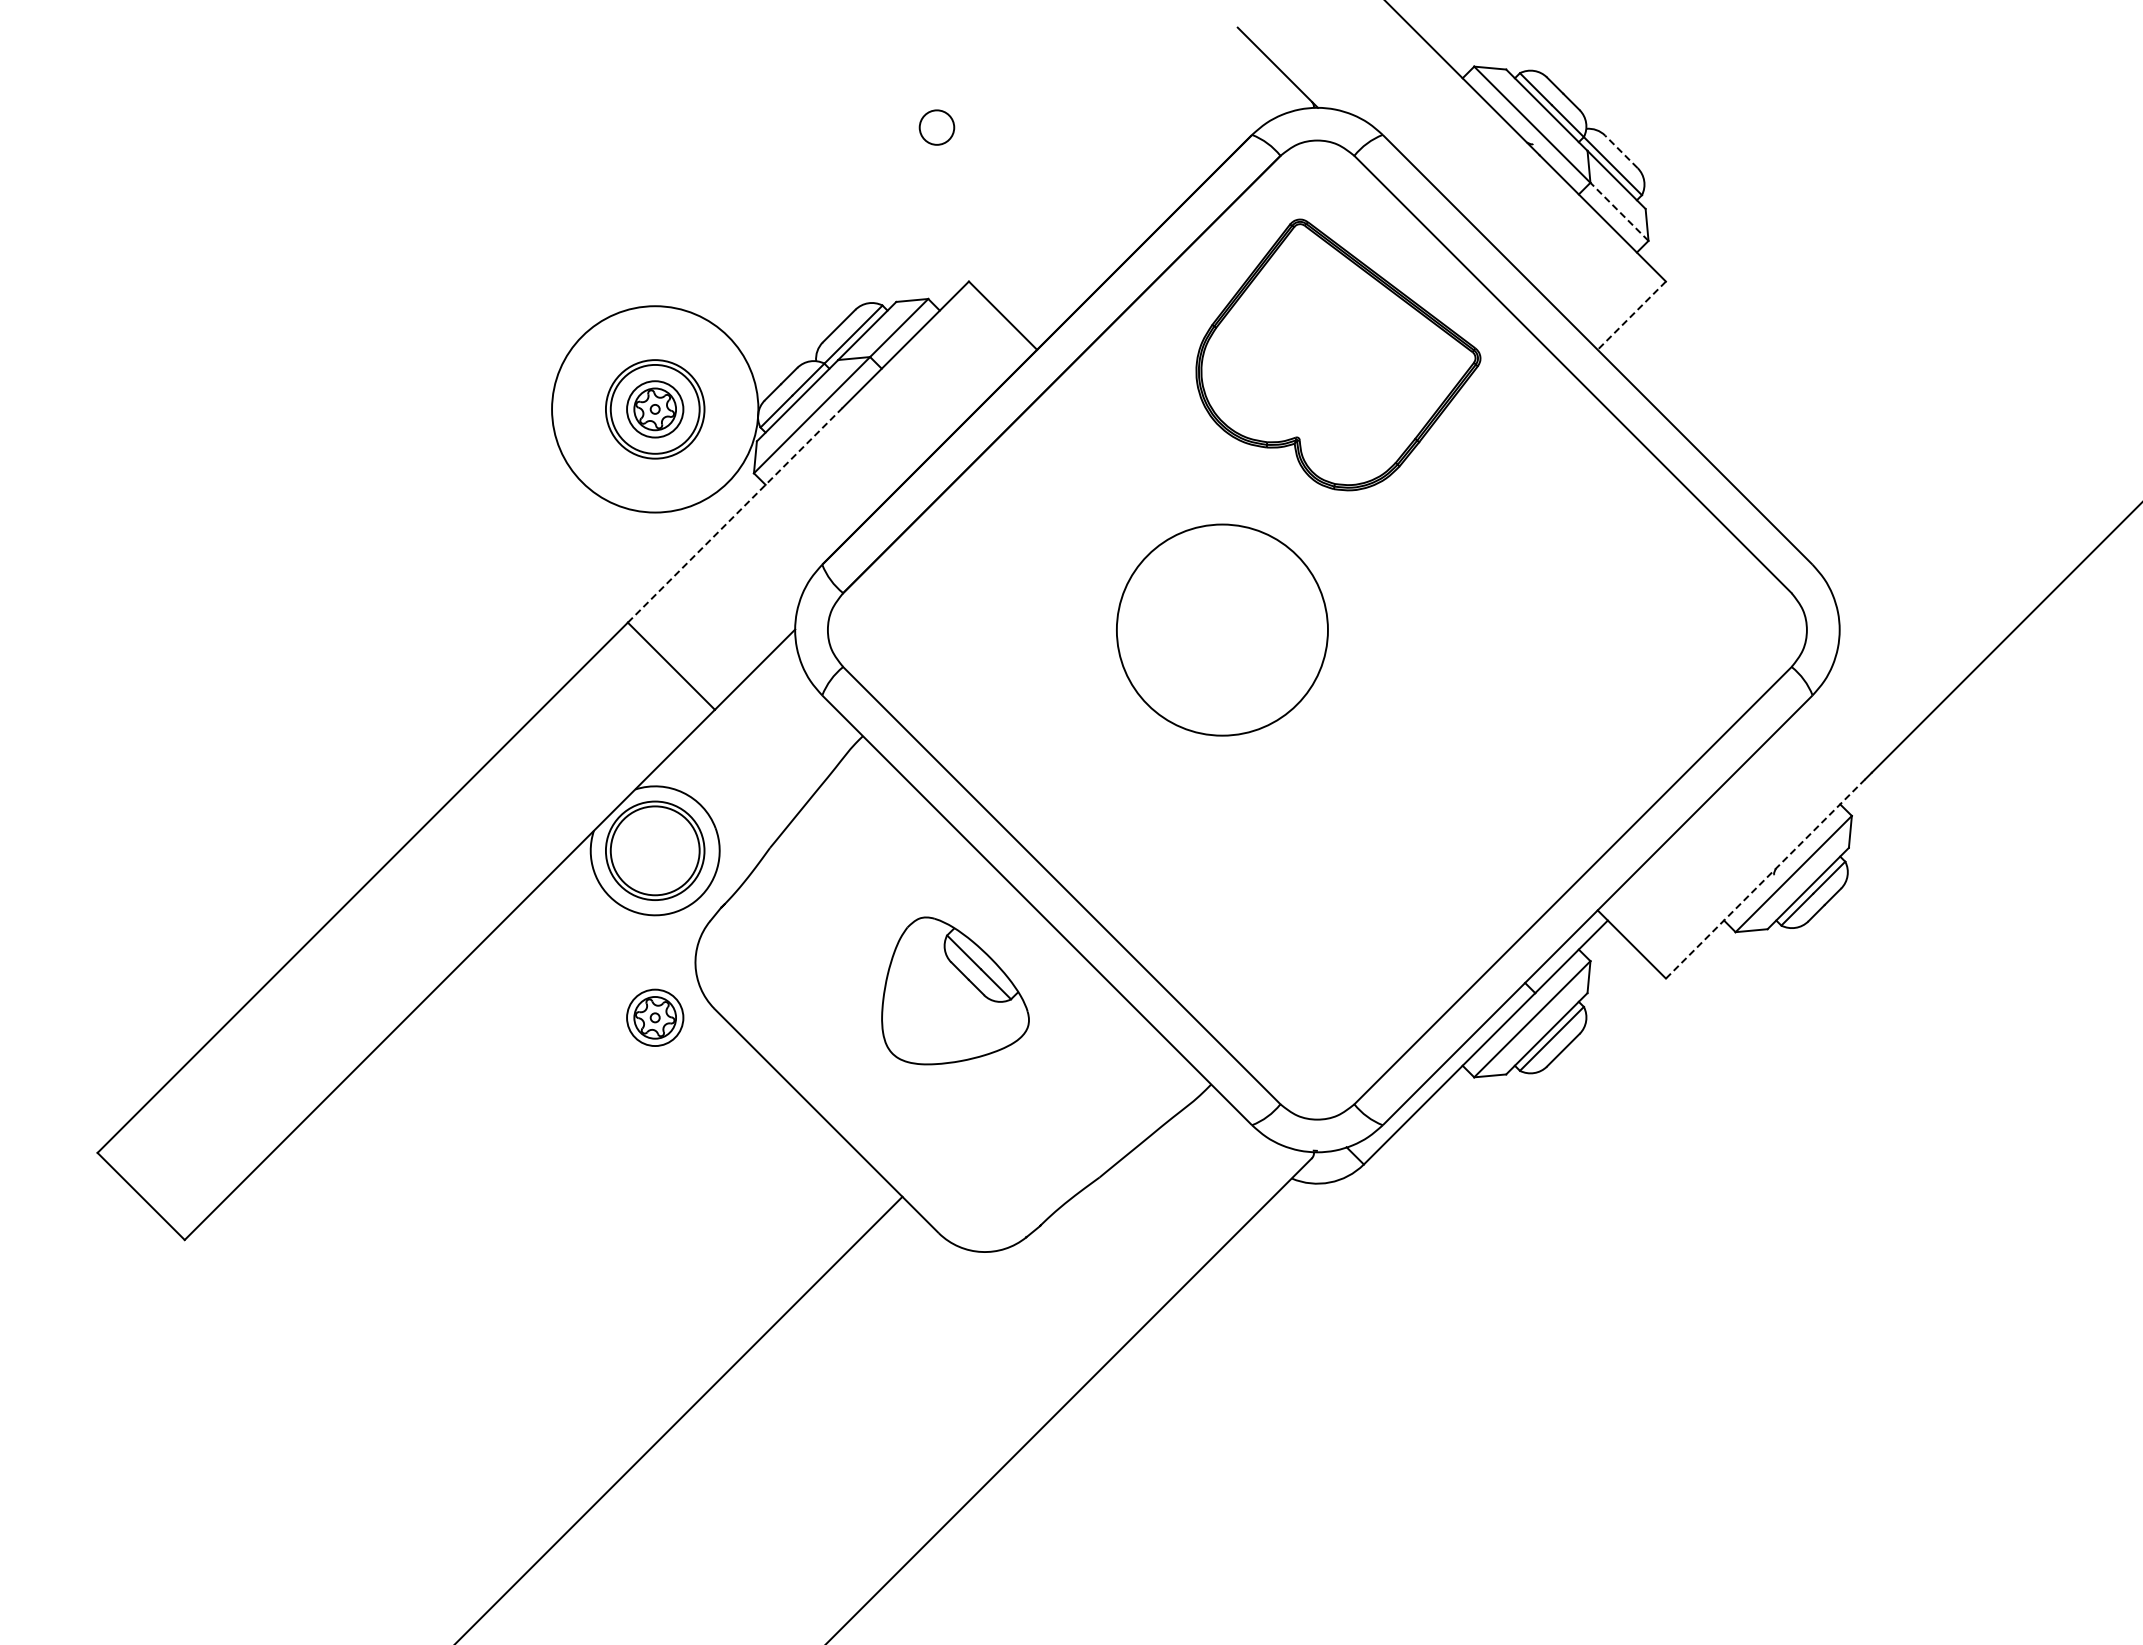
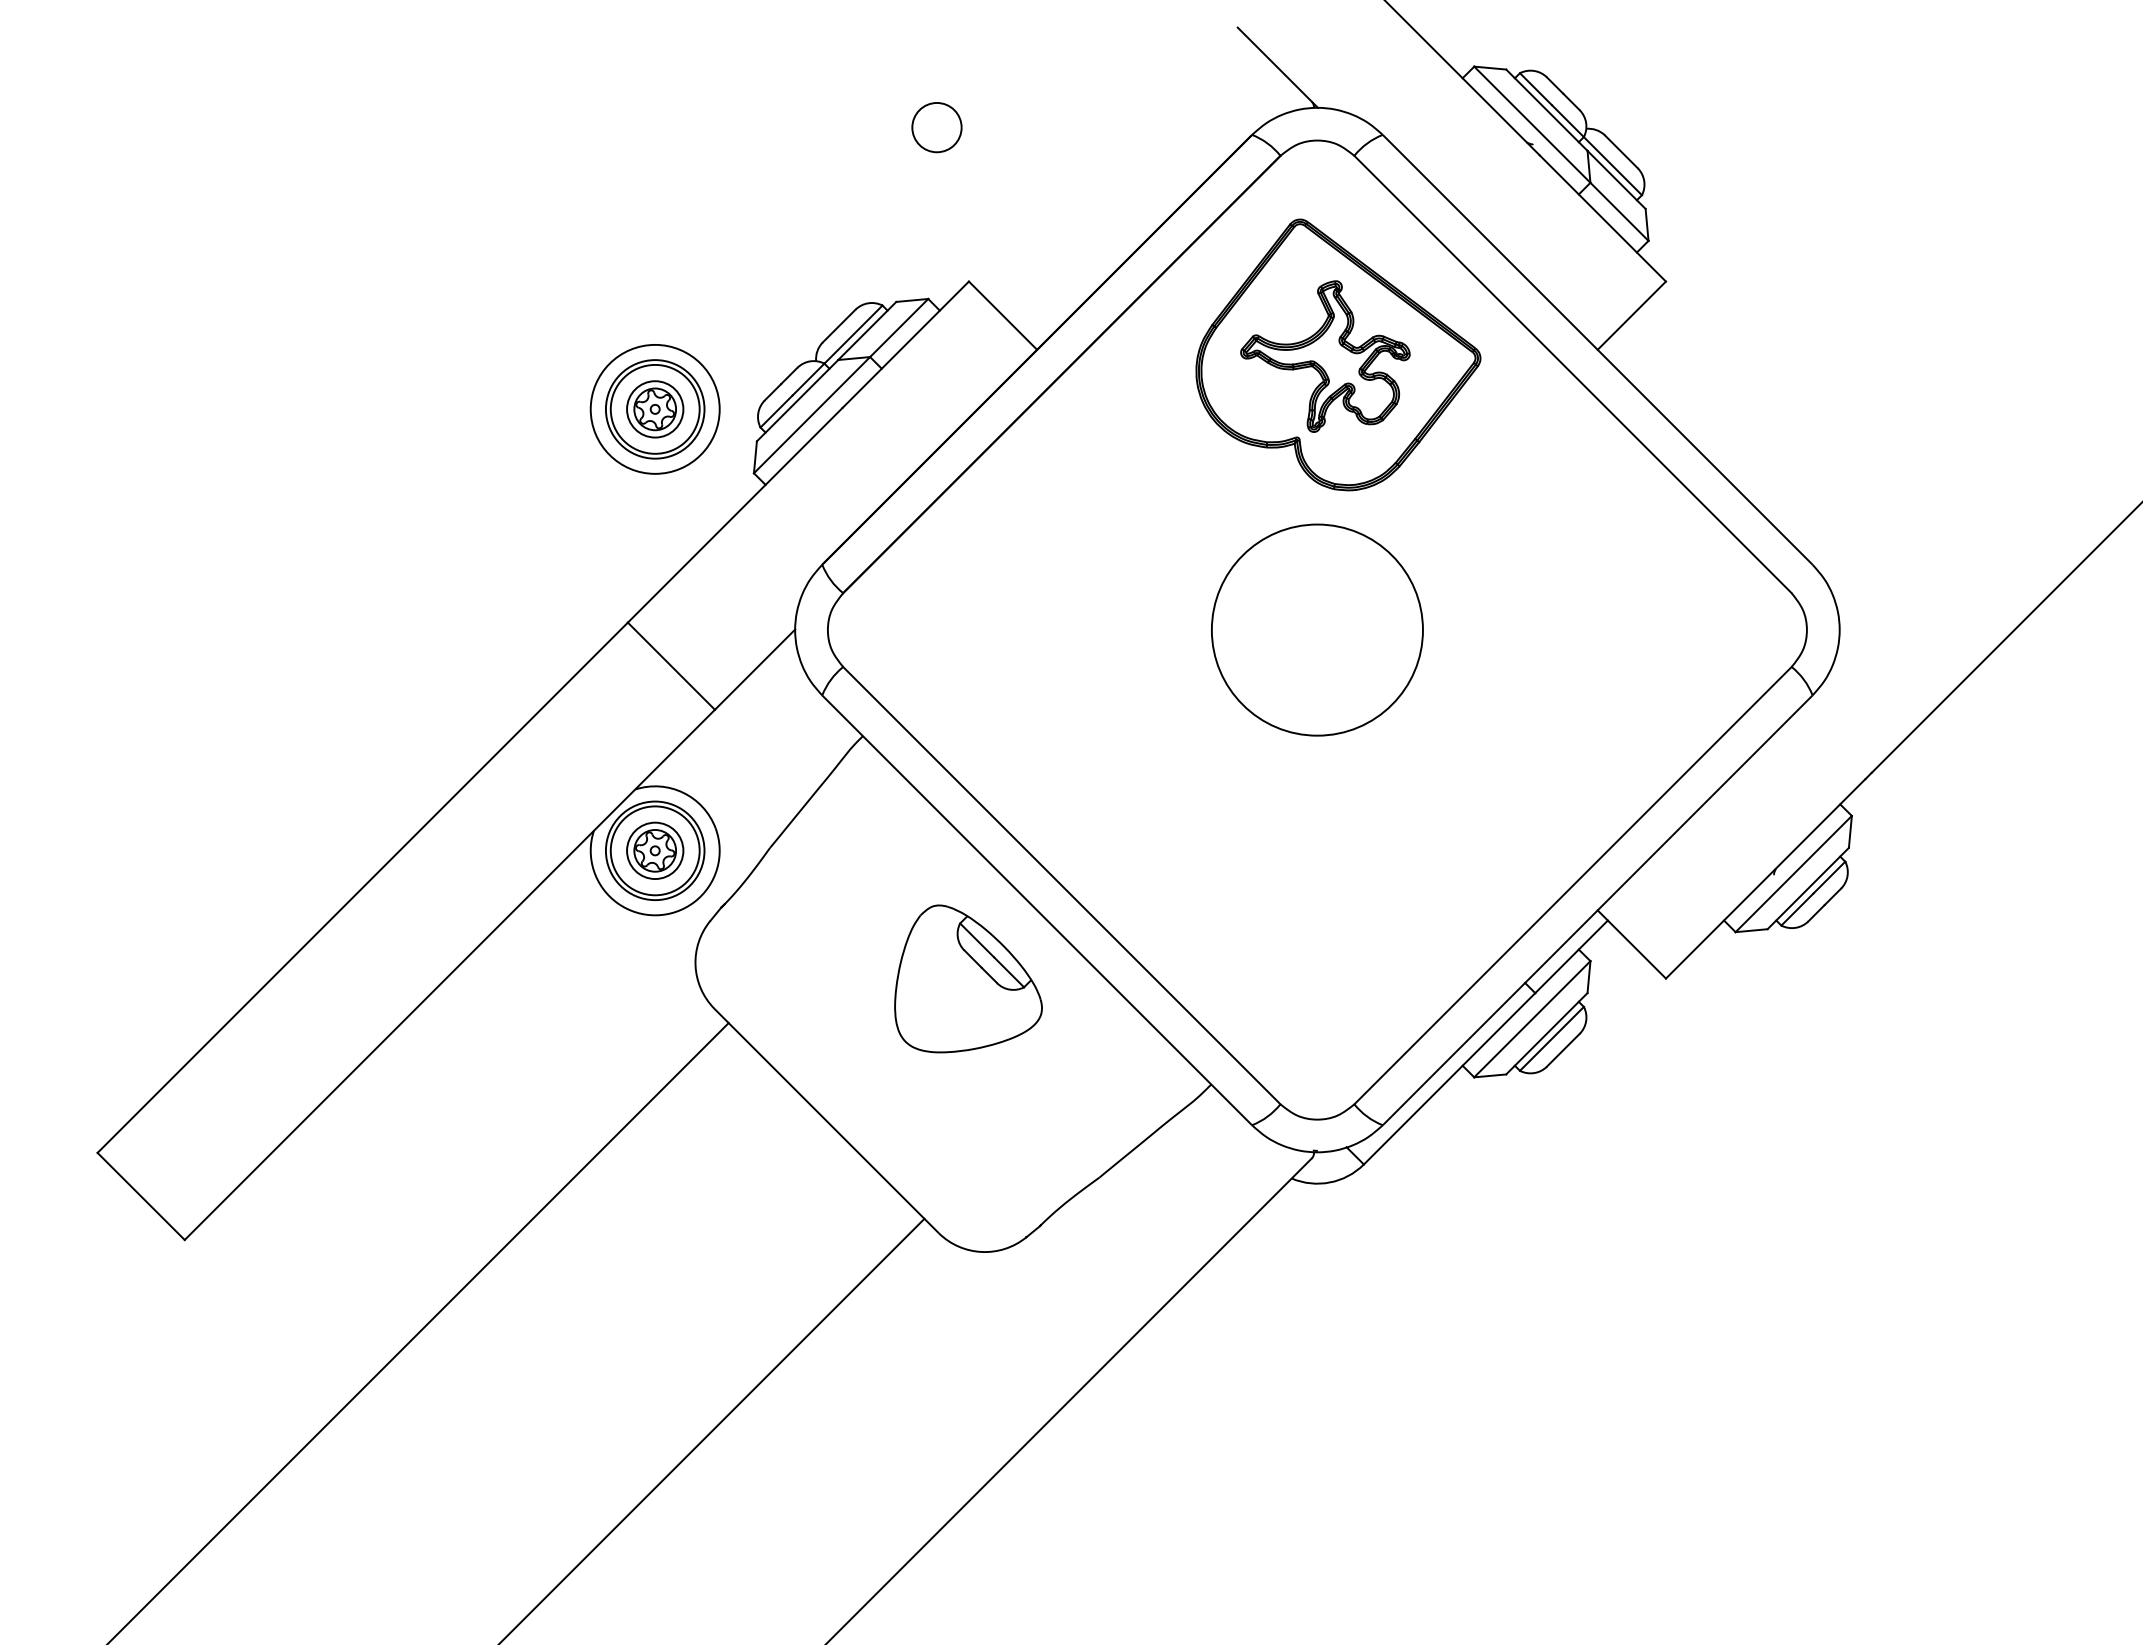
circle at (936, 127) diameter: 35 px -> 49 px
line at (1621, 151): dashed -> solid
line at (1619, 211): dashed -> solid
line at (1631, 316): dashed -> solid
part at (1325, 356): none -> present
circle at (655, 409) diameter: 206 px -> 129 px
line at (735, 515): dashed -> solid
circle at (1222, 629) position: (1222, 629) -> (1317, 629)
line at (1765, 878): dashed -> solid
part at (955, 990) position: (955, 990) -> (968, 978)
part at (655, 1017) position: (655, 1017) -> (655, 850)
line at (418, 1332): none -> present
line at (679, 1418) position: (679, 1418) -> (712, 1429)
